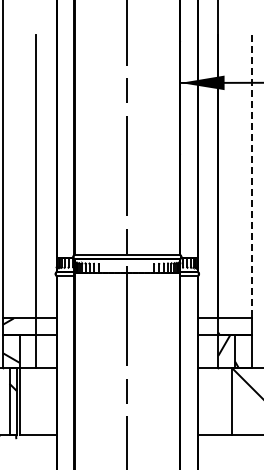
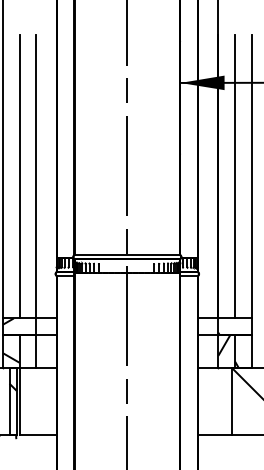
line at (19, 176): none -> present
line at (235, 176): none -> present
line at (251, 176): dashed -> solid
